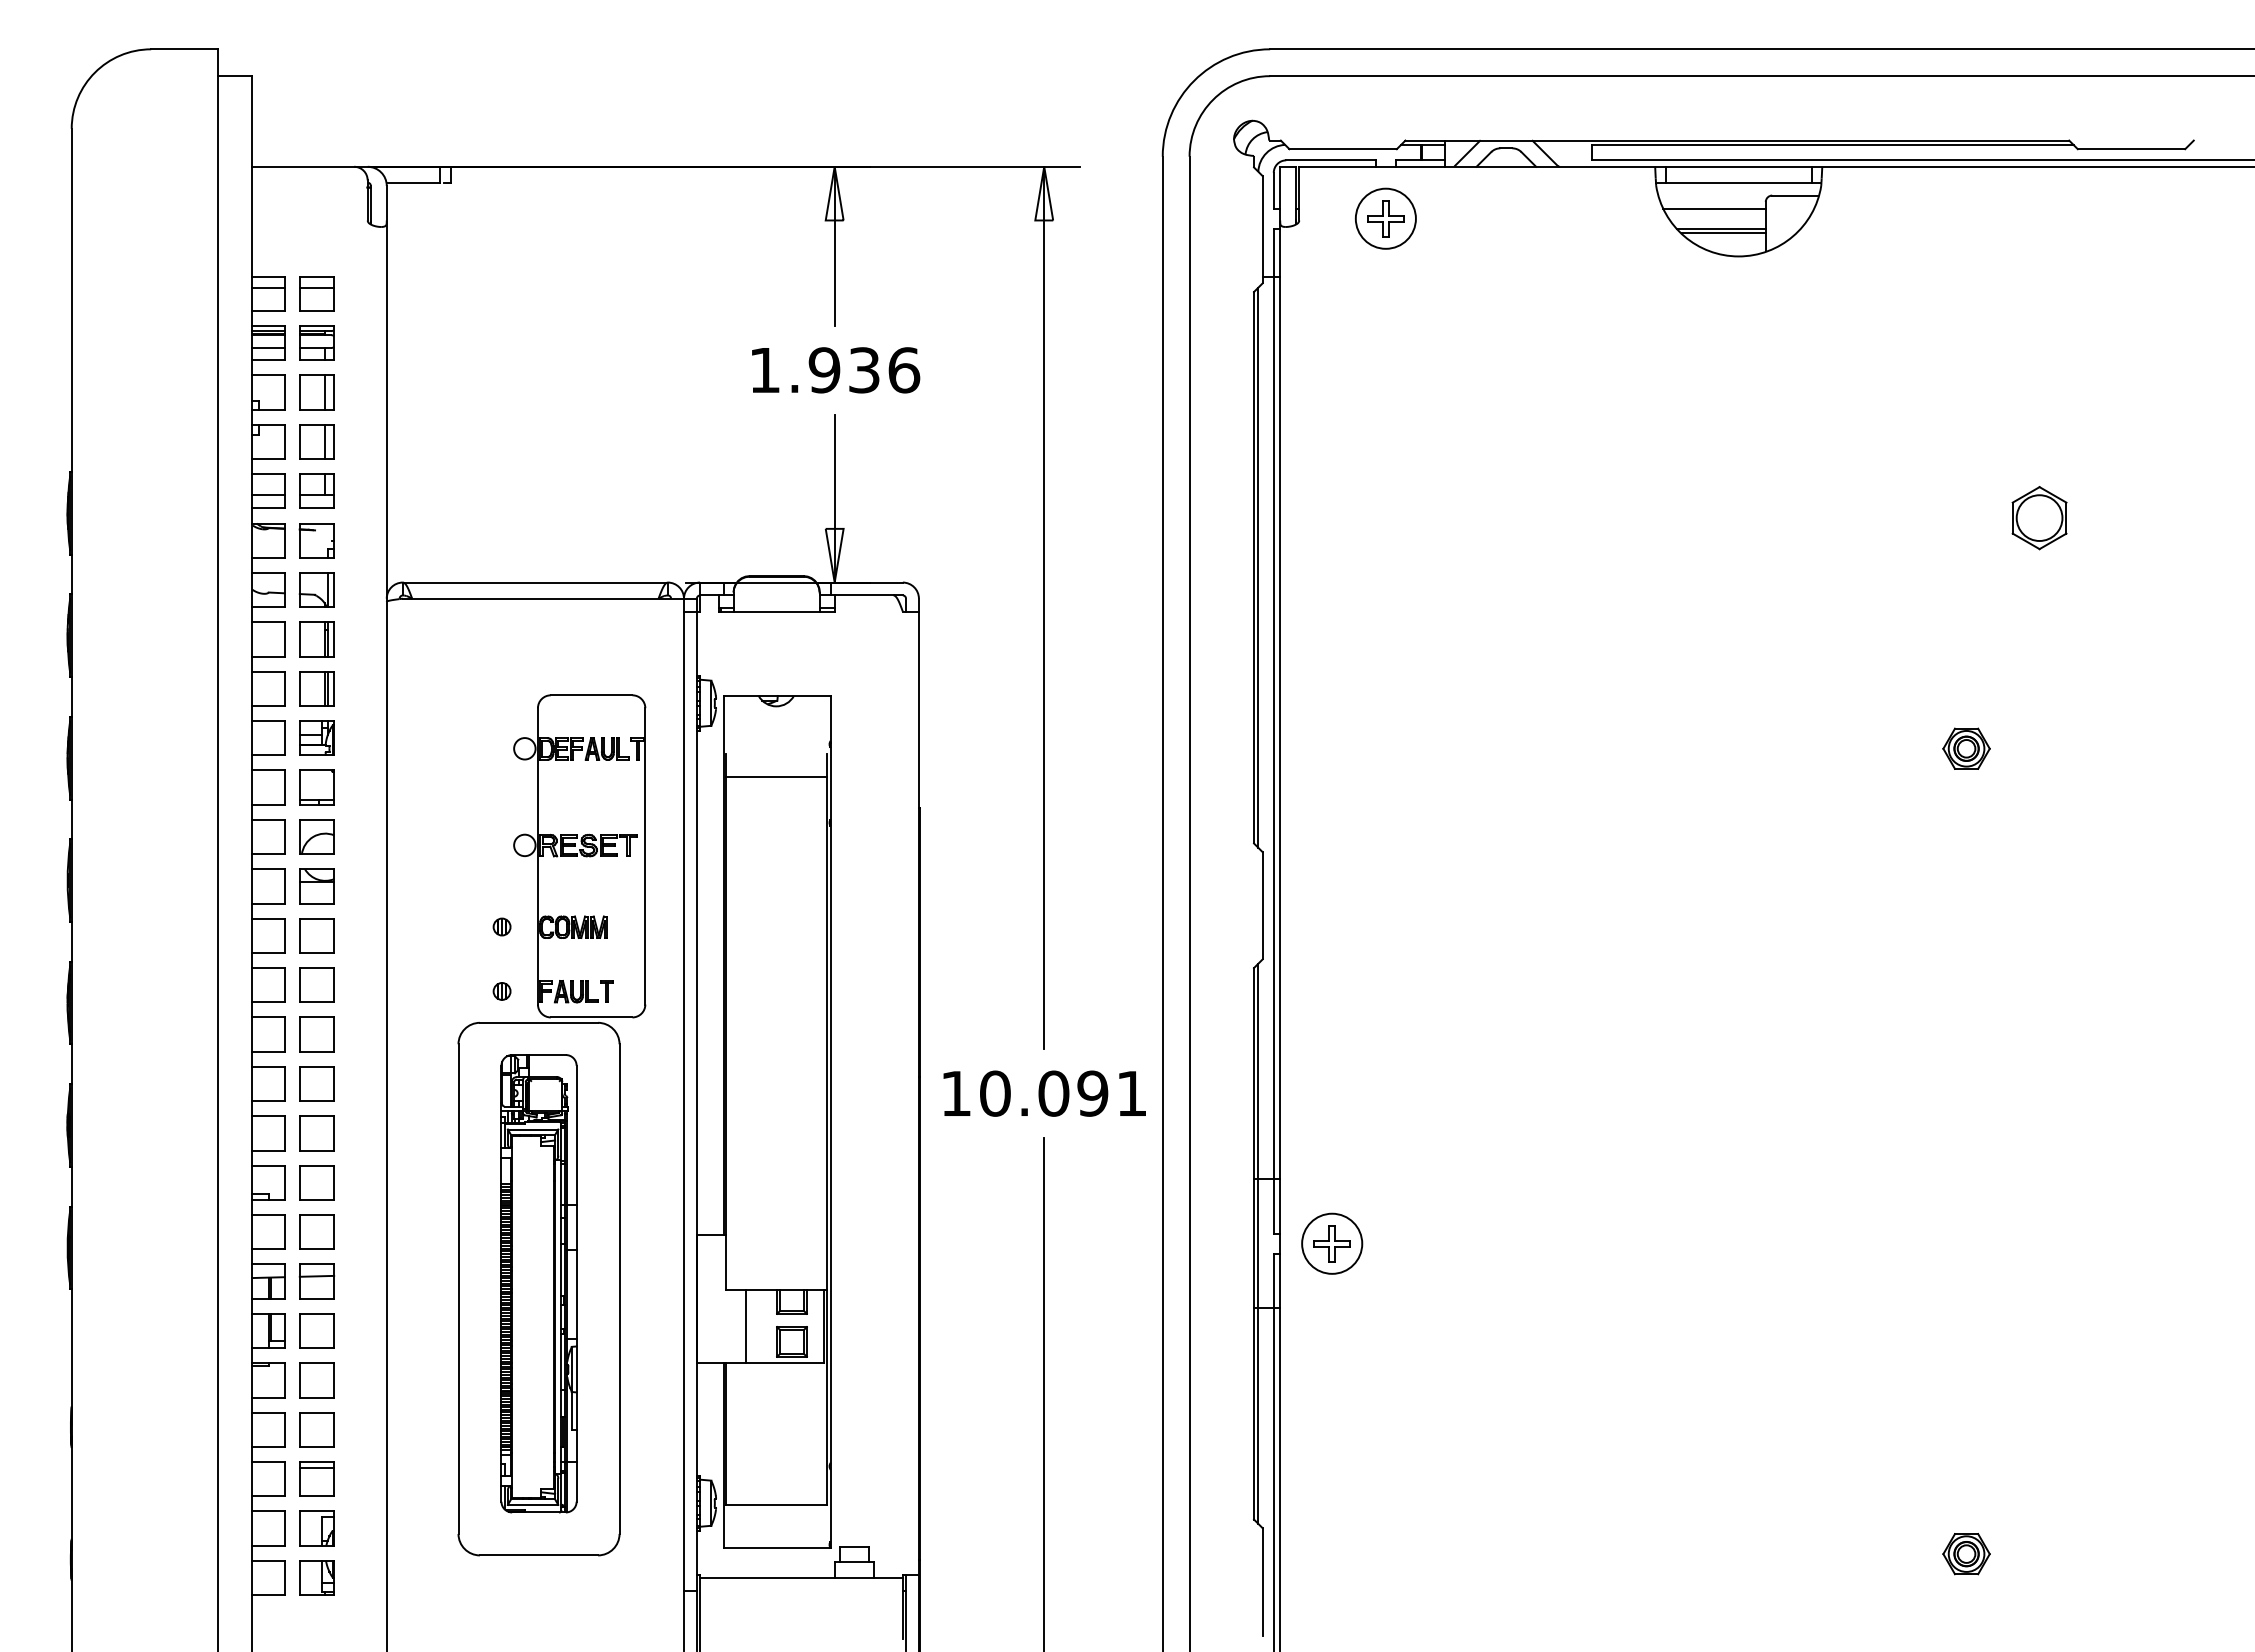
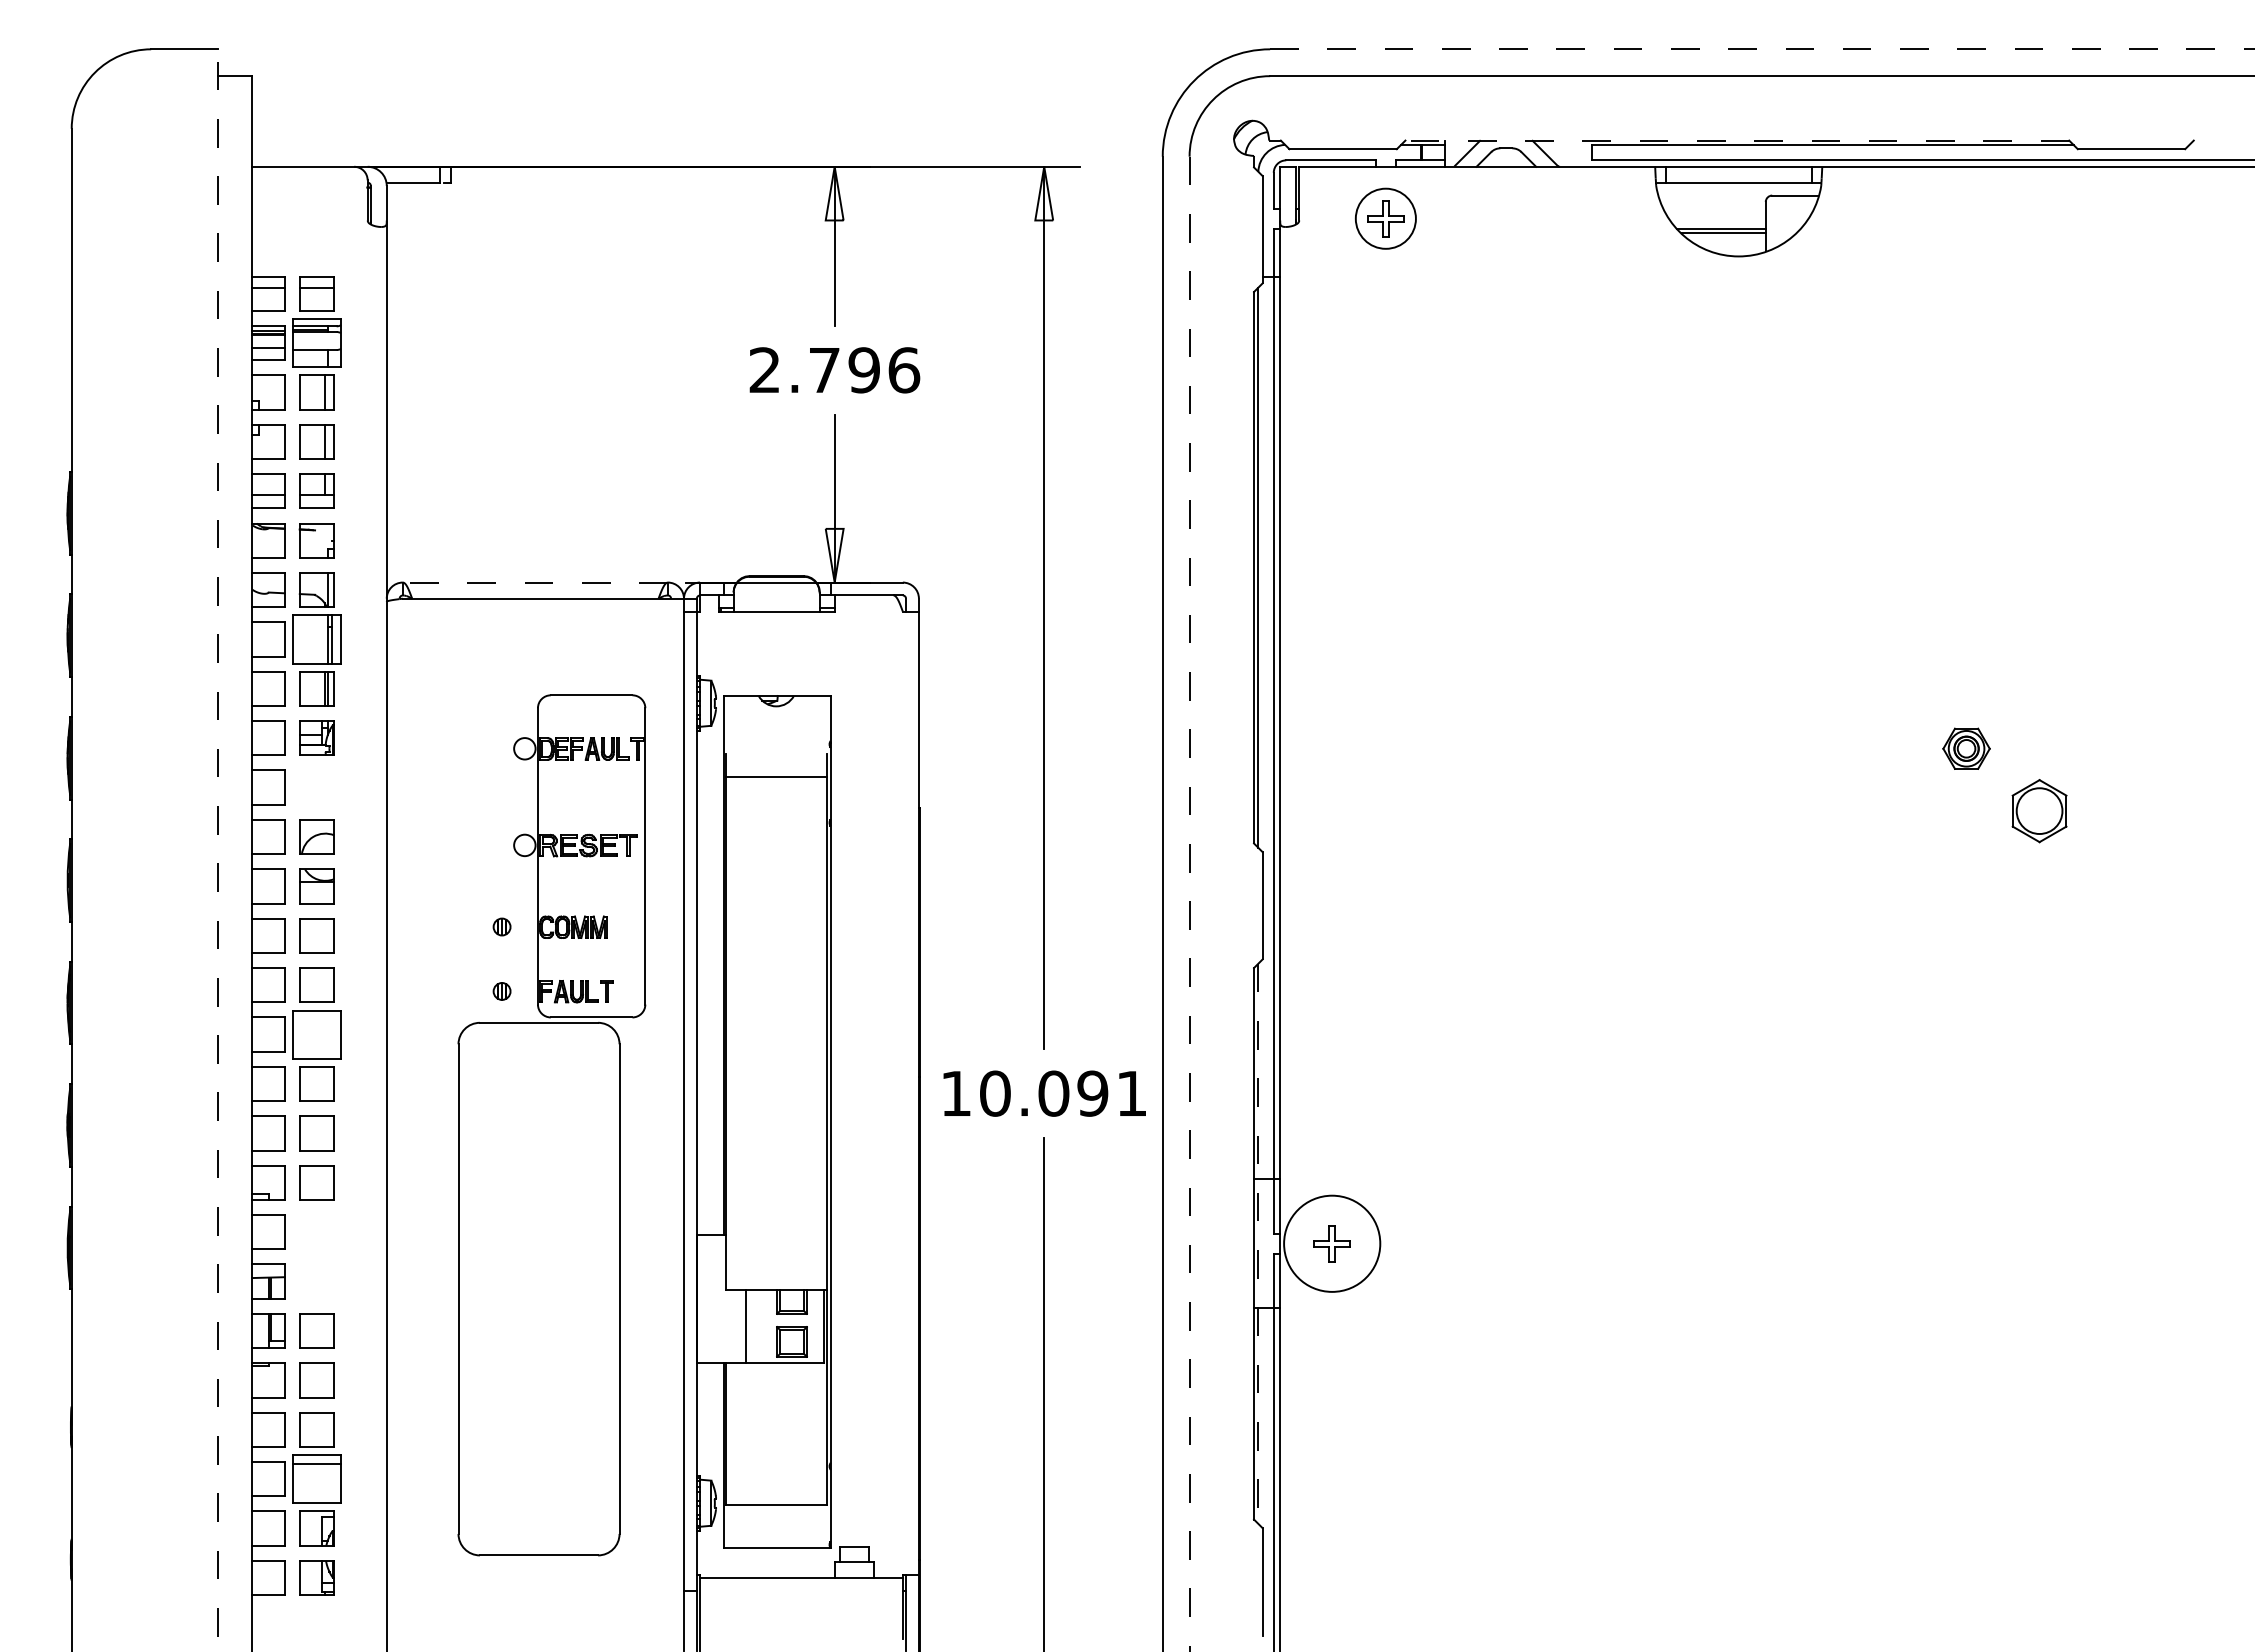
line at (1763, 49): solid -> dashed
line at (1737, 140): solid -> dashed
line at (1714, 208): present -> none
part at (316, 342) size: 36x36 px -> 50x50 px
text at (814, 370): 1.936 -> 2.796
part at (2039, 518) position: (2039, 518) -> (2039, 811)
line at (535, 582): solid -> dashed
part at (316, 639) size: 36x37 px -> 50x51 px
part at (316, 787): present -> none
line at (217, 850): solid -> dashed
line at (1189, 904): solid -> dashed
part at (316, 1034) size: 36x37 px -> 50x50 px
part at (316, 1231): present -> none
circle at (1332, 1243) diameter: 60 px -> 96 px
line at (1258, 1244): solid -> dashed
part at (316, 1281): present -> none
part at (538, 1283): present -> none
part at (316, 1478) size: 36x36 px -> 50x50 px
part at (1966, 1554): present -> none
